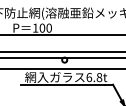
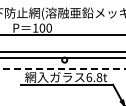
line at (63, 68): solid -> dashed
